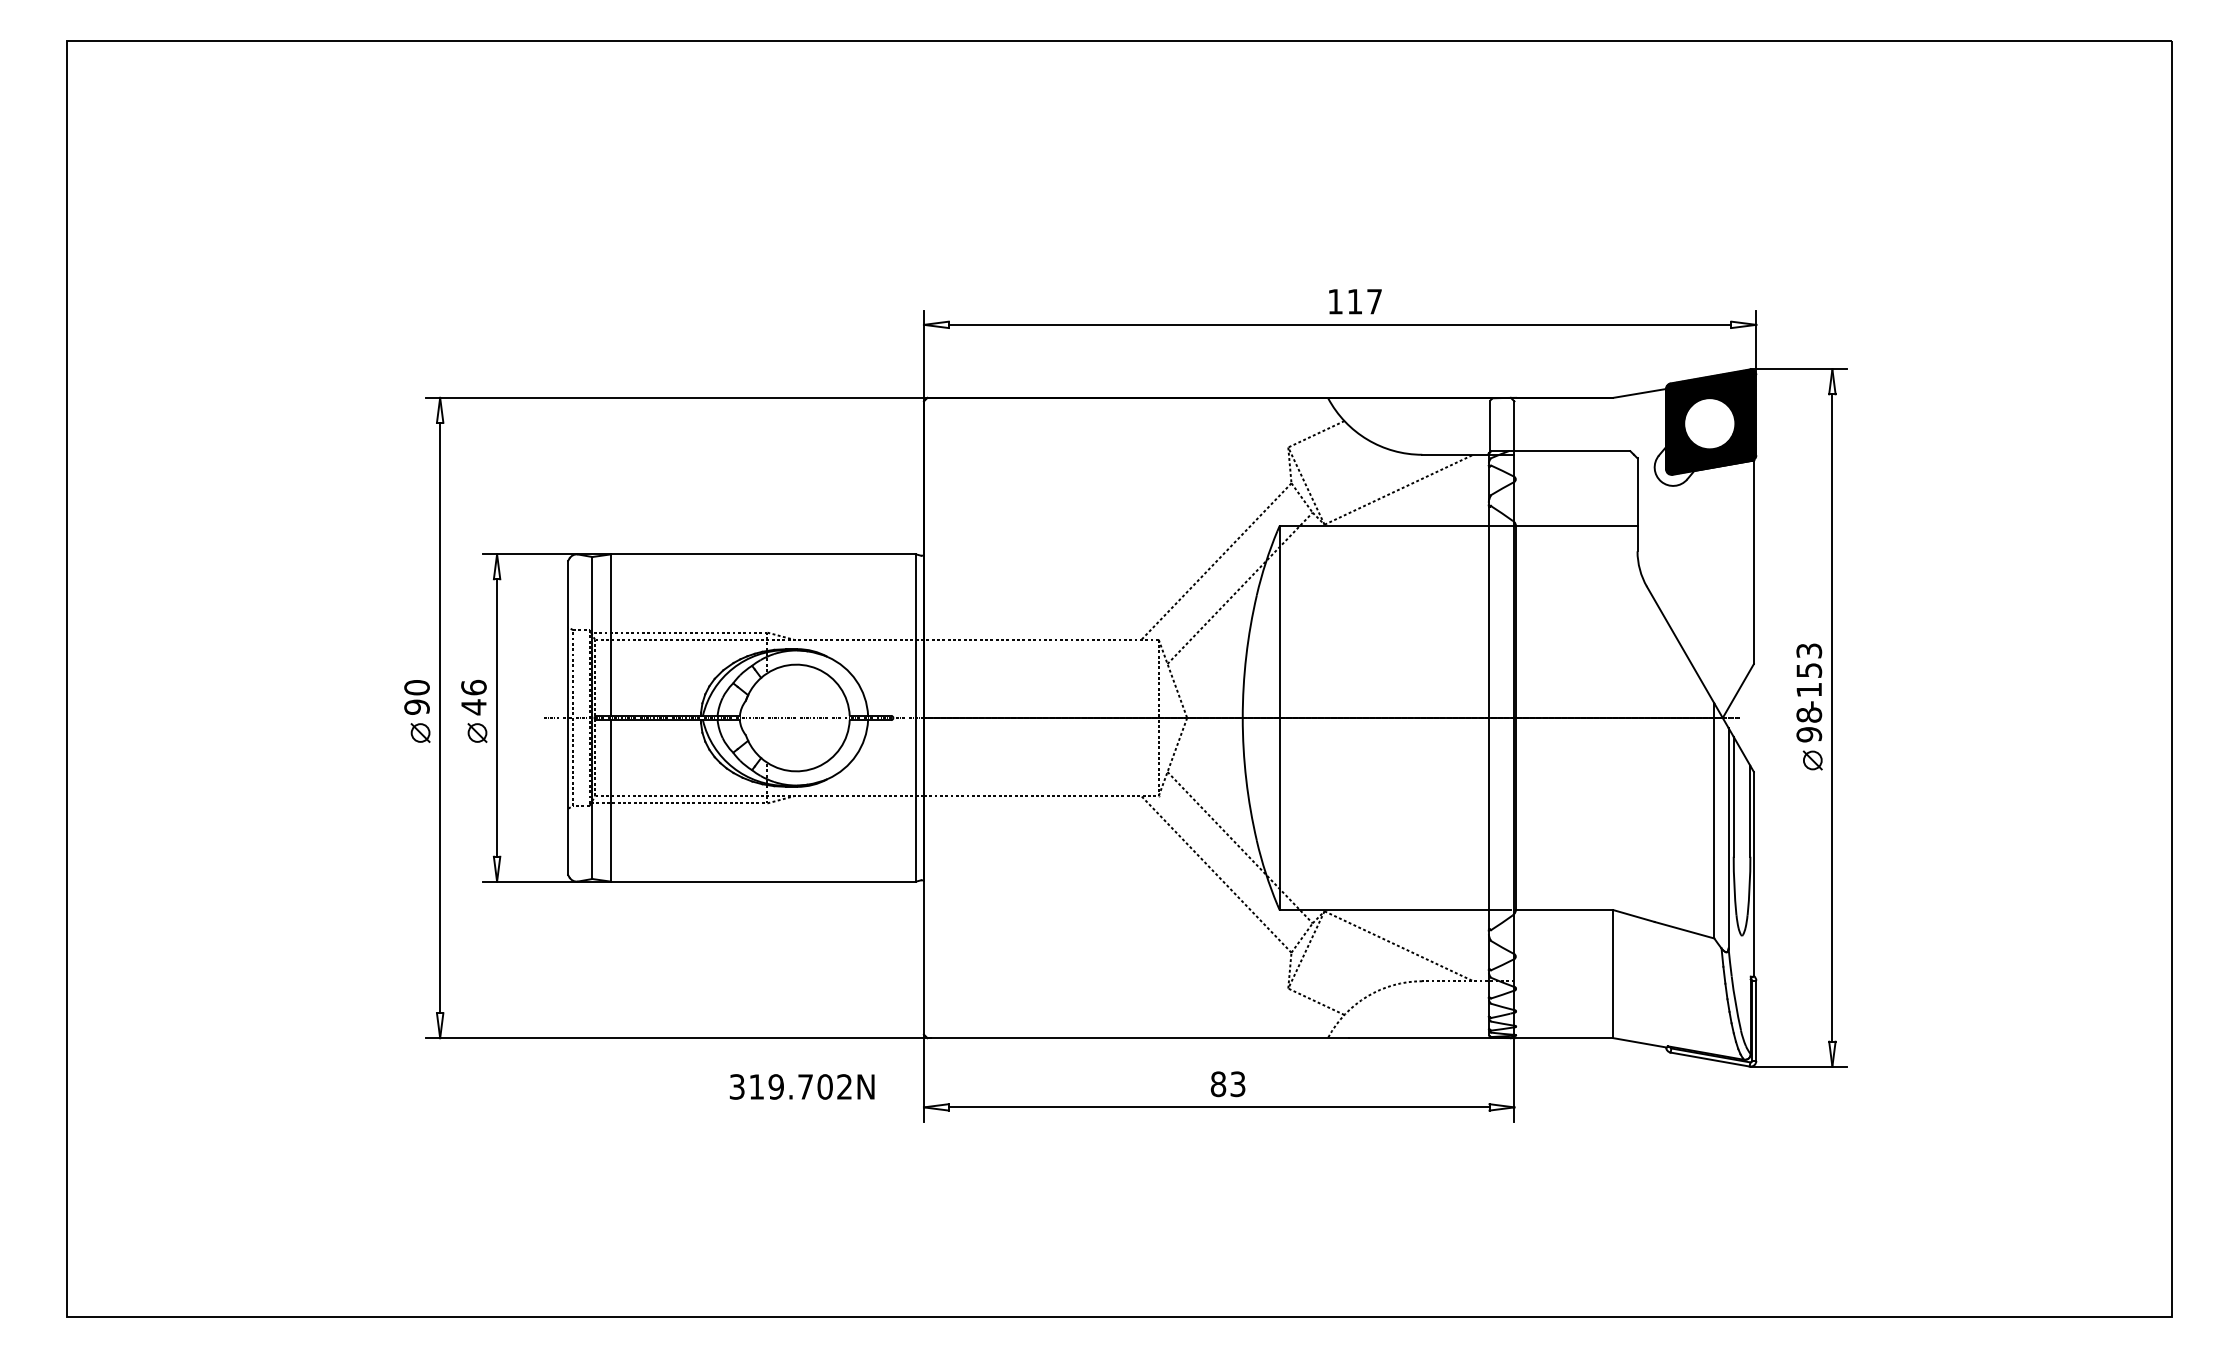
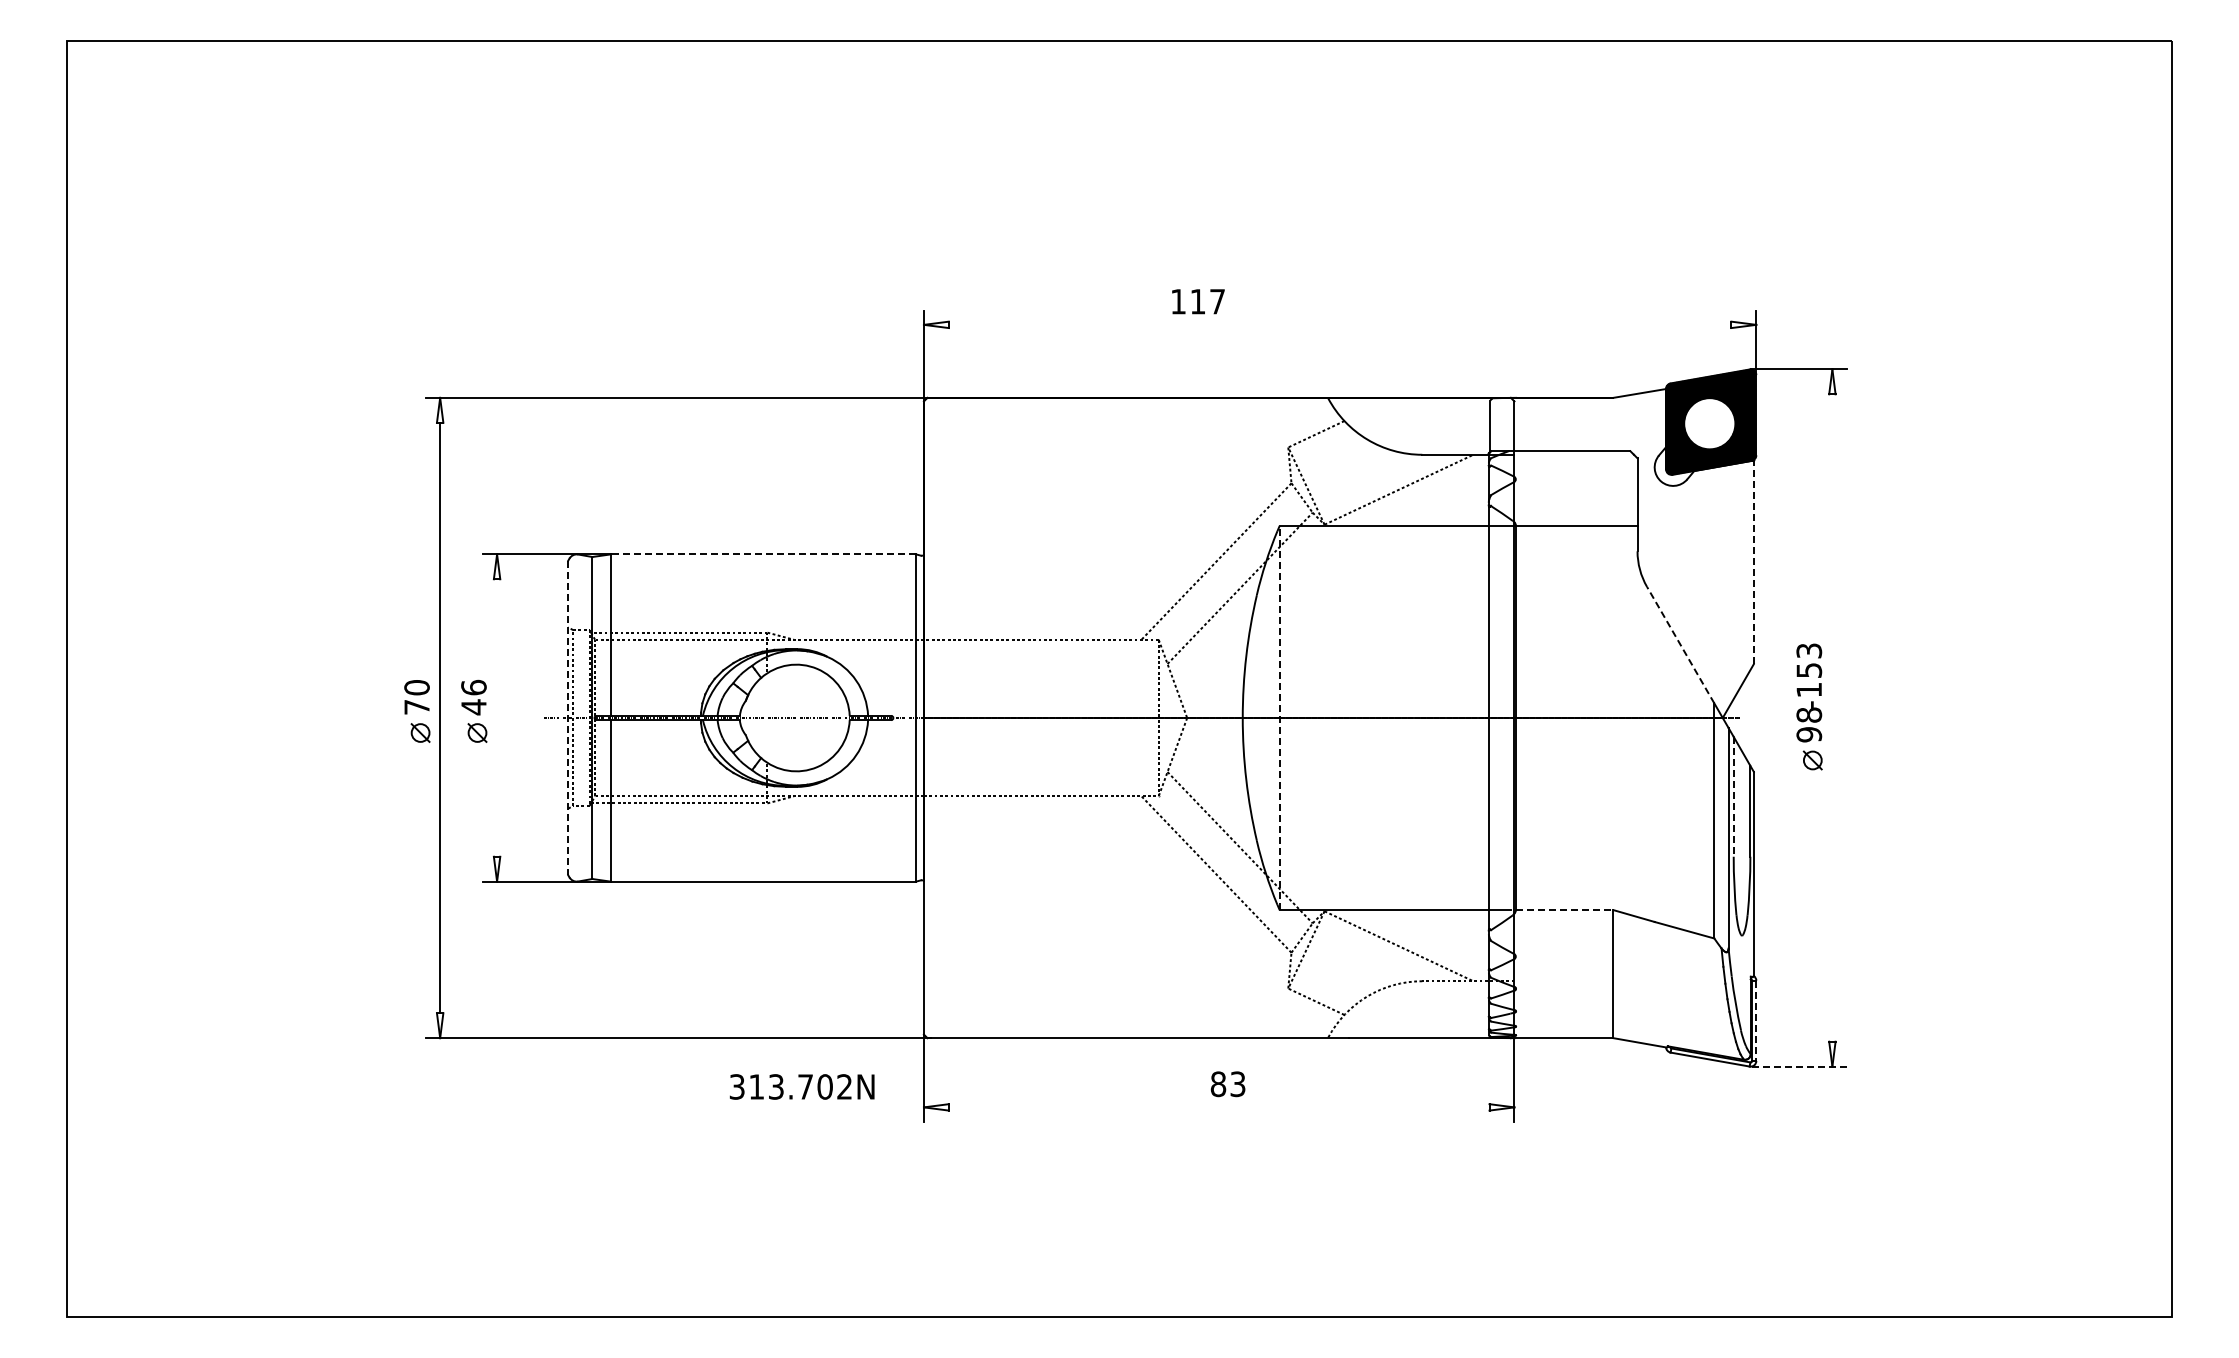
text at (1355, 301) position: (1355, 301) -> (1198, 301)
line at (1339, 324): present -> none
line at (763, 554): solid -> dashed
line at (1753, 562): solid -> dashed
line at (1680, 644): solid -> dashed
text at (416, 706): 90 -> 70
line at (497, 717): present -> none
line at (1279, 717): solid -> dashed
line at (1832, 717): present -> none
line at (568, 718): solid -> dashed
line at (1733, 796): solid -> dashed
line at (1564, 910): solid -> dashed
line at (1756, 1021): solid -> dashed
line at (1798, 1066): solid -> dashed
text at (775, 1086): 319.702N -> 313.702N
line at (1218, 1107): present -> none
